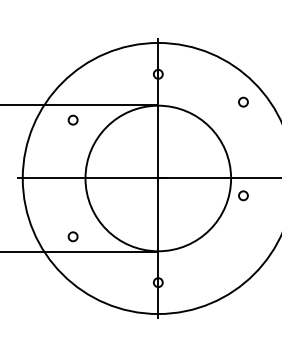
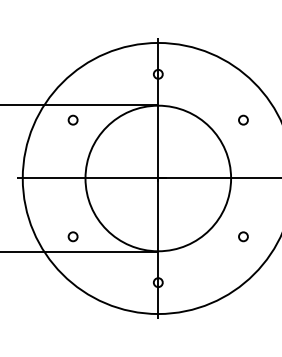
part at (243, 101) position: (243, 101) -> (243, 119)
part at (243, 195) position: (243, 195) -> (243, 236)
